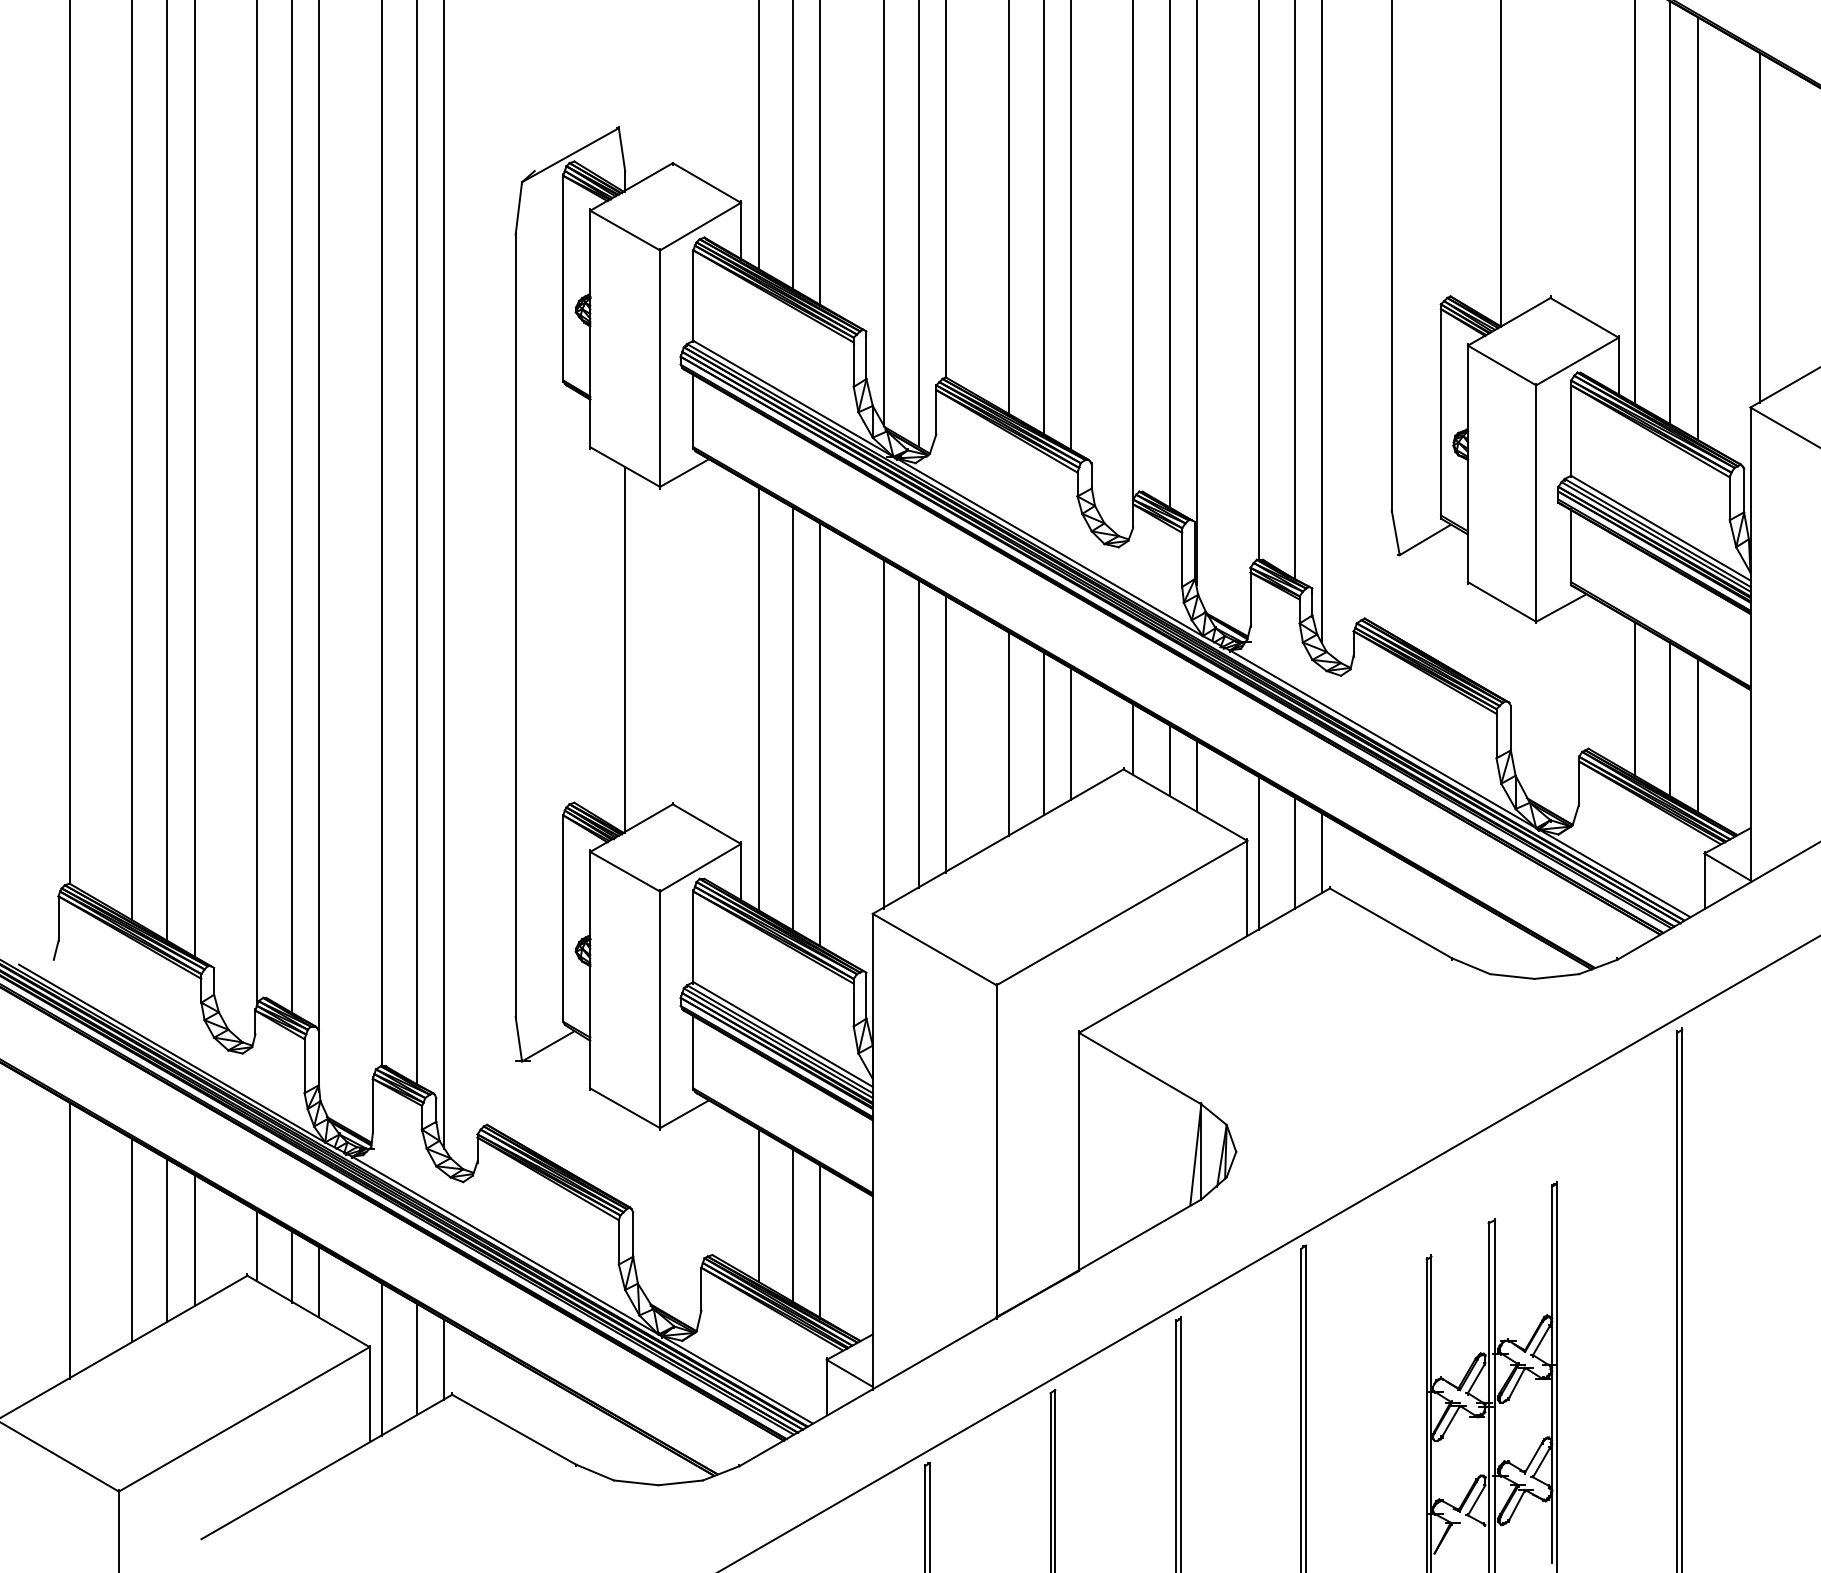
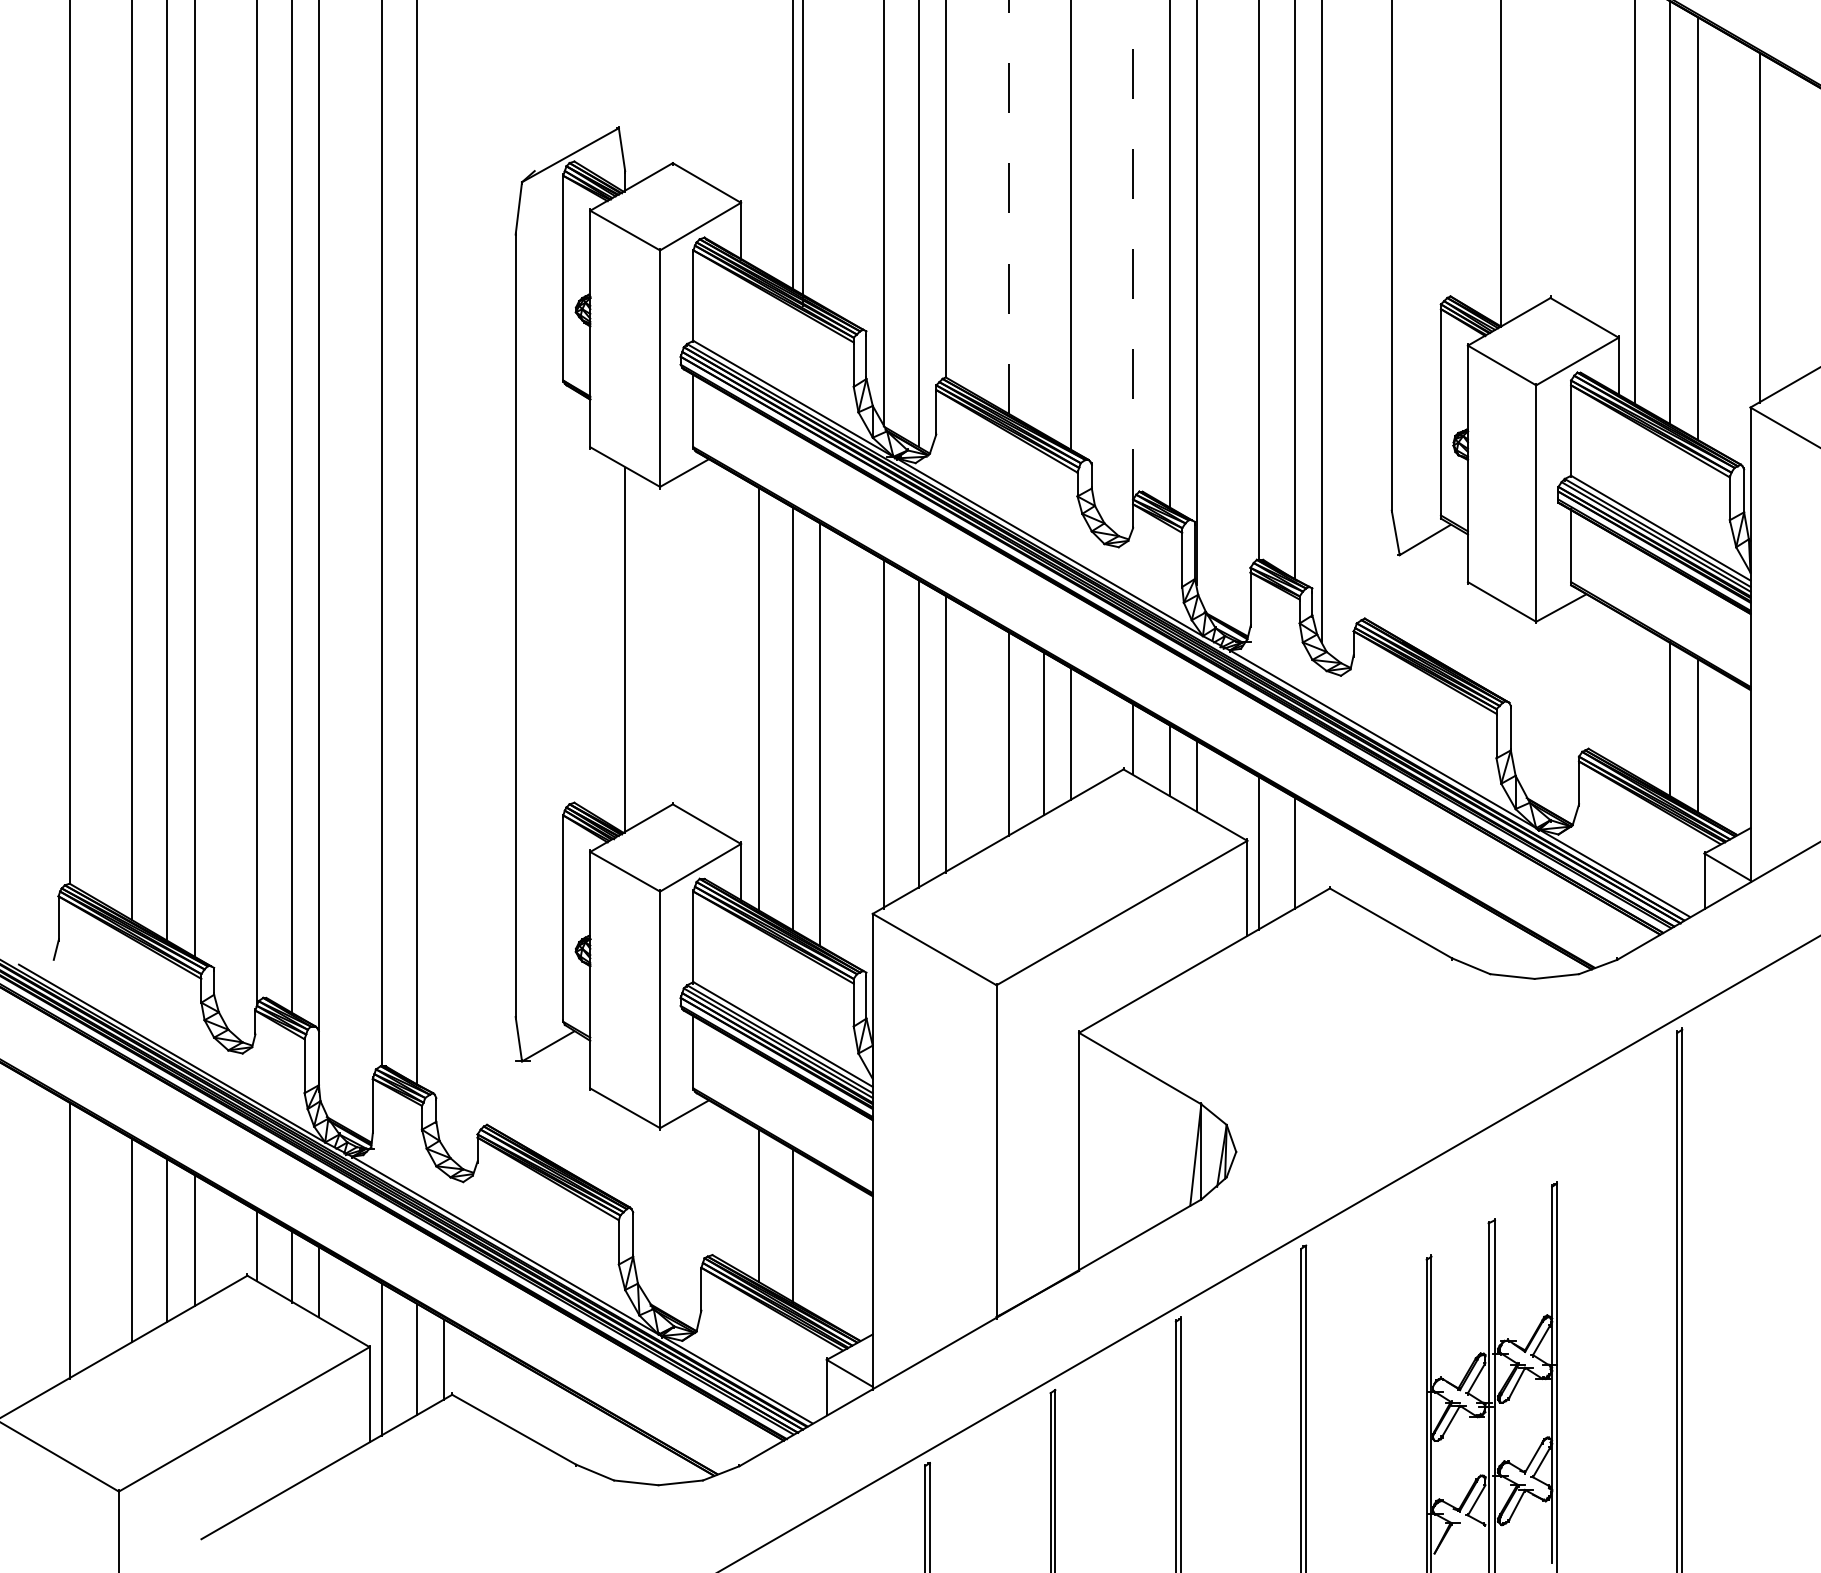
line at (758, 135): present -> none
line at (820, 153) position: (820, 153) -> (803, 153)
line at (1009, 206): solid -> dashed
line at (1044, 218): present -> none
line at (1133, 249): solid -> dashed
line at (444, 575): present -> none
line at (1634, 699): present -> none
line at (1321, 853): present -> none
line at (820, 1242): present -> none
